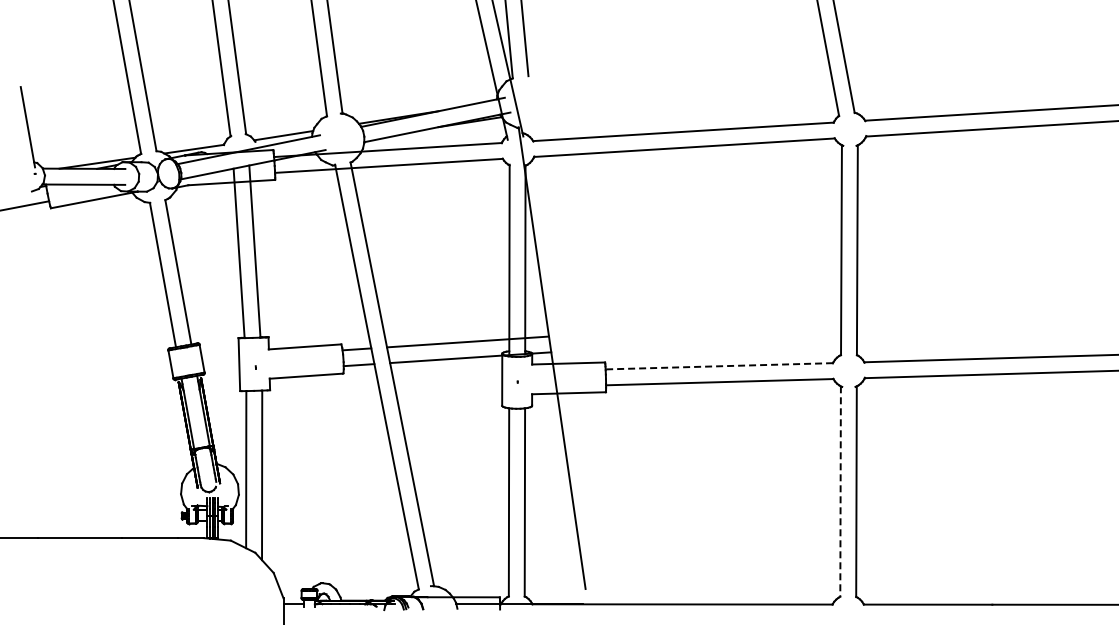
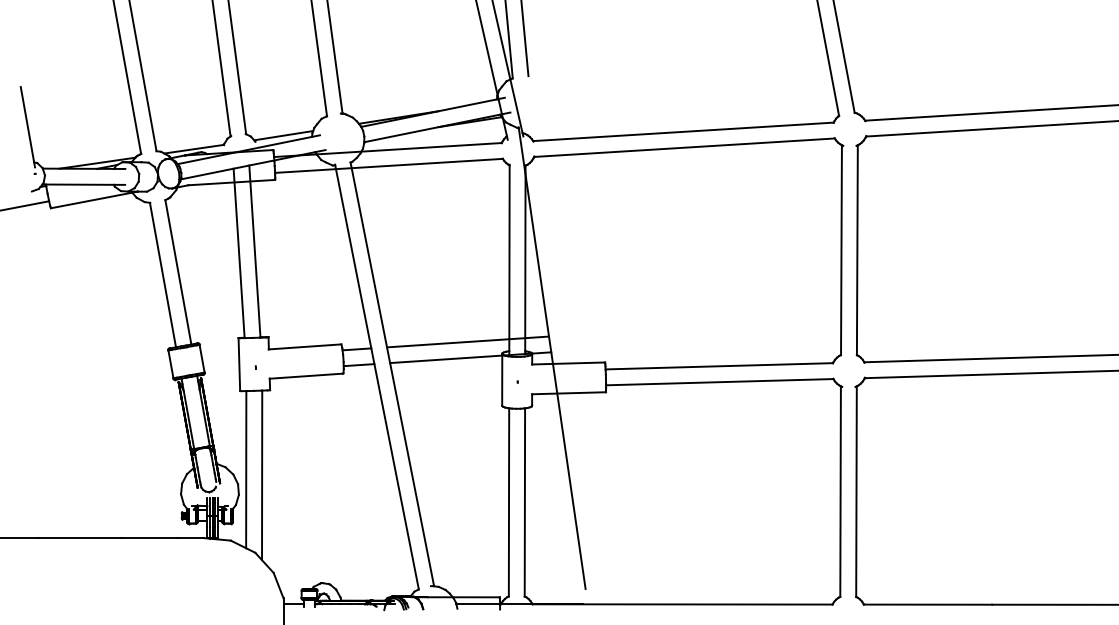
line at (719, 366): dashed -> solid
line at (840, 492): dashed -> solid
